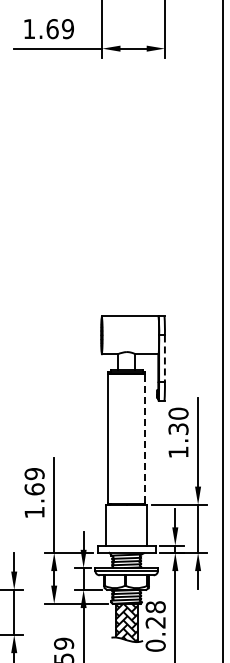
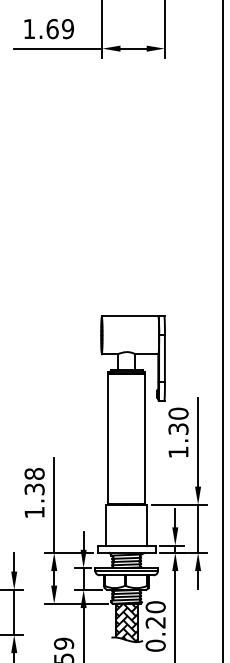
line at (164, 359): dashed -> solid
line at (144, 437): dashed -> solid
text at (34, 481): 1.69 -> 1.38
text at (155, 607): 0.28 -> 0.20
